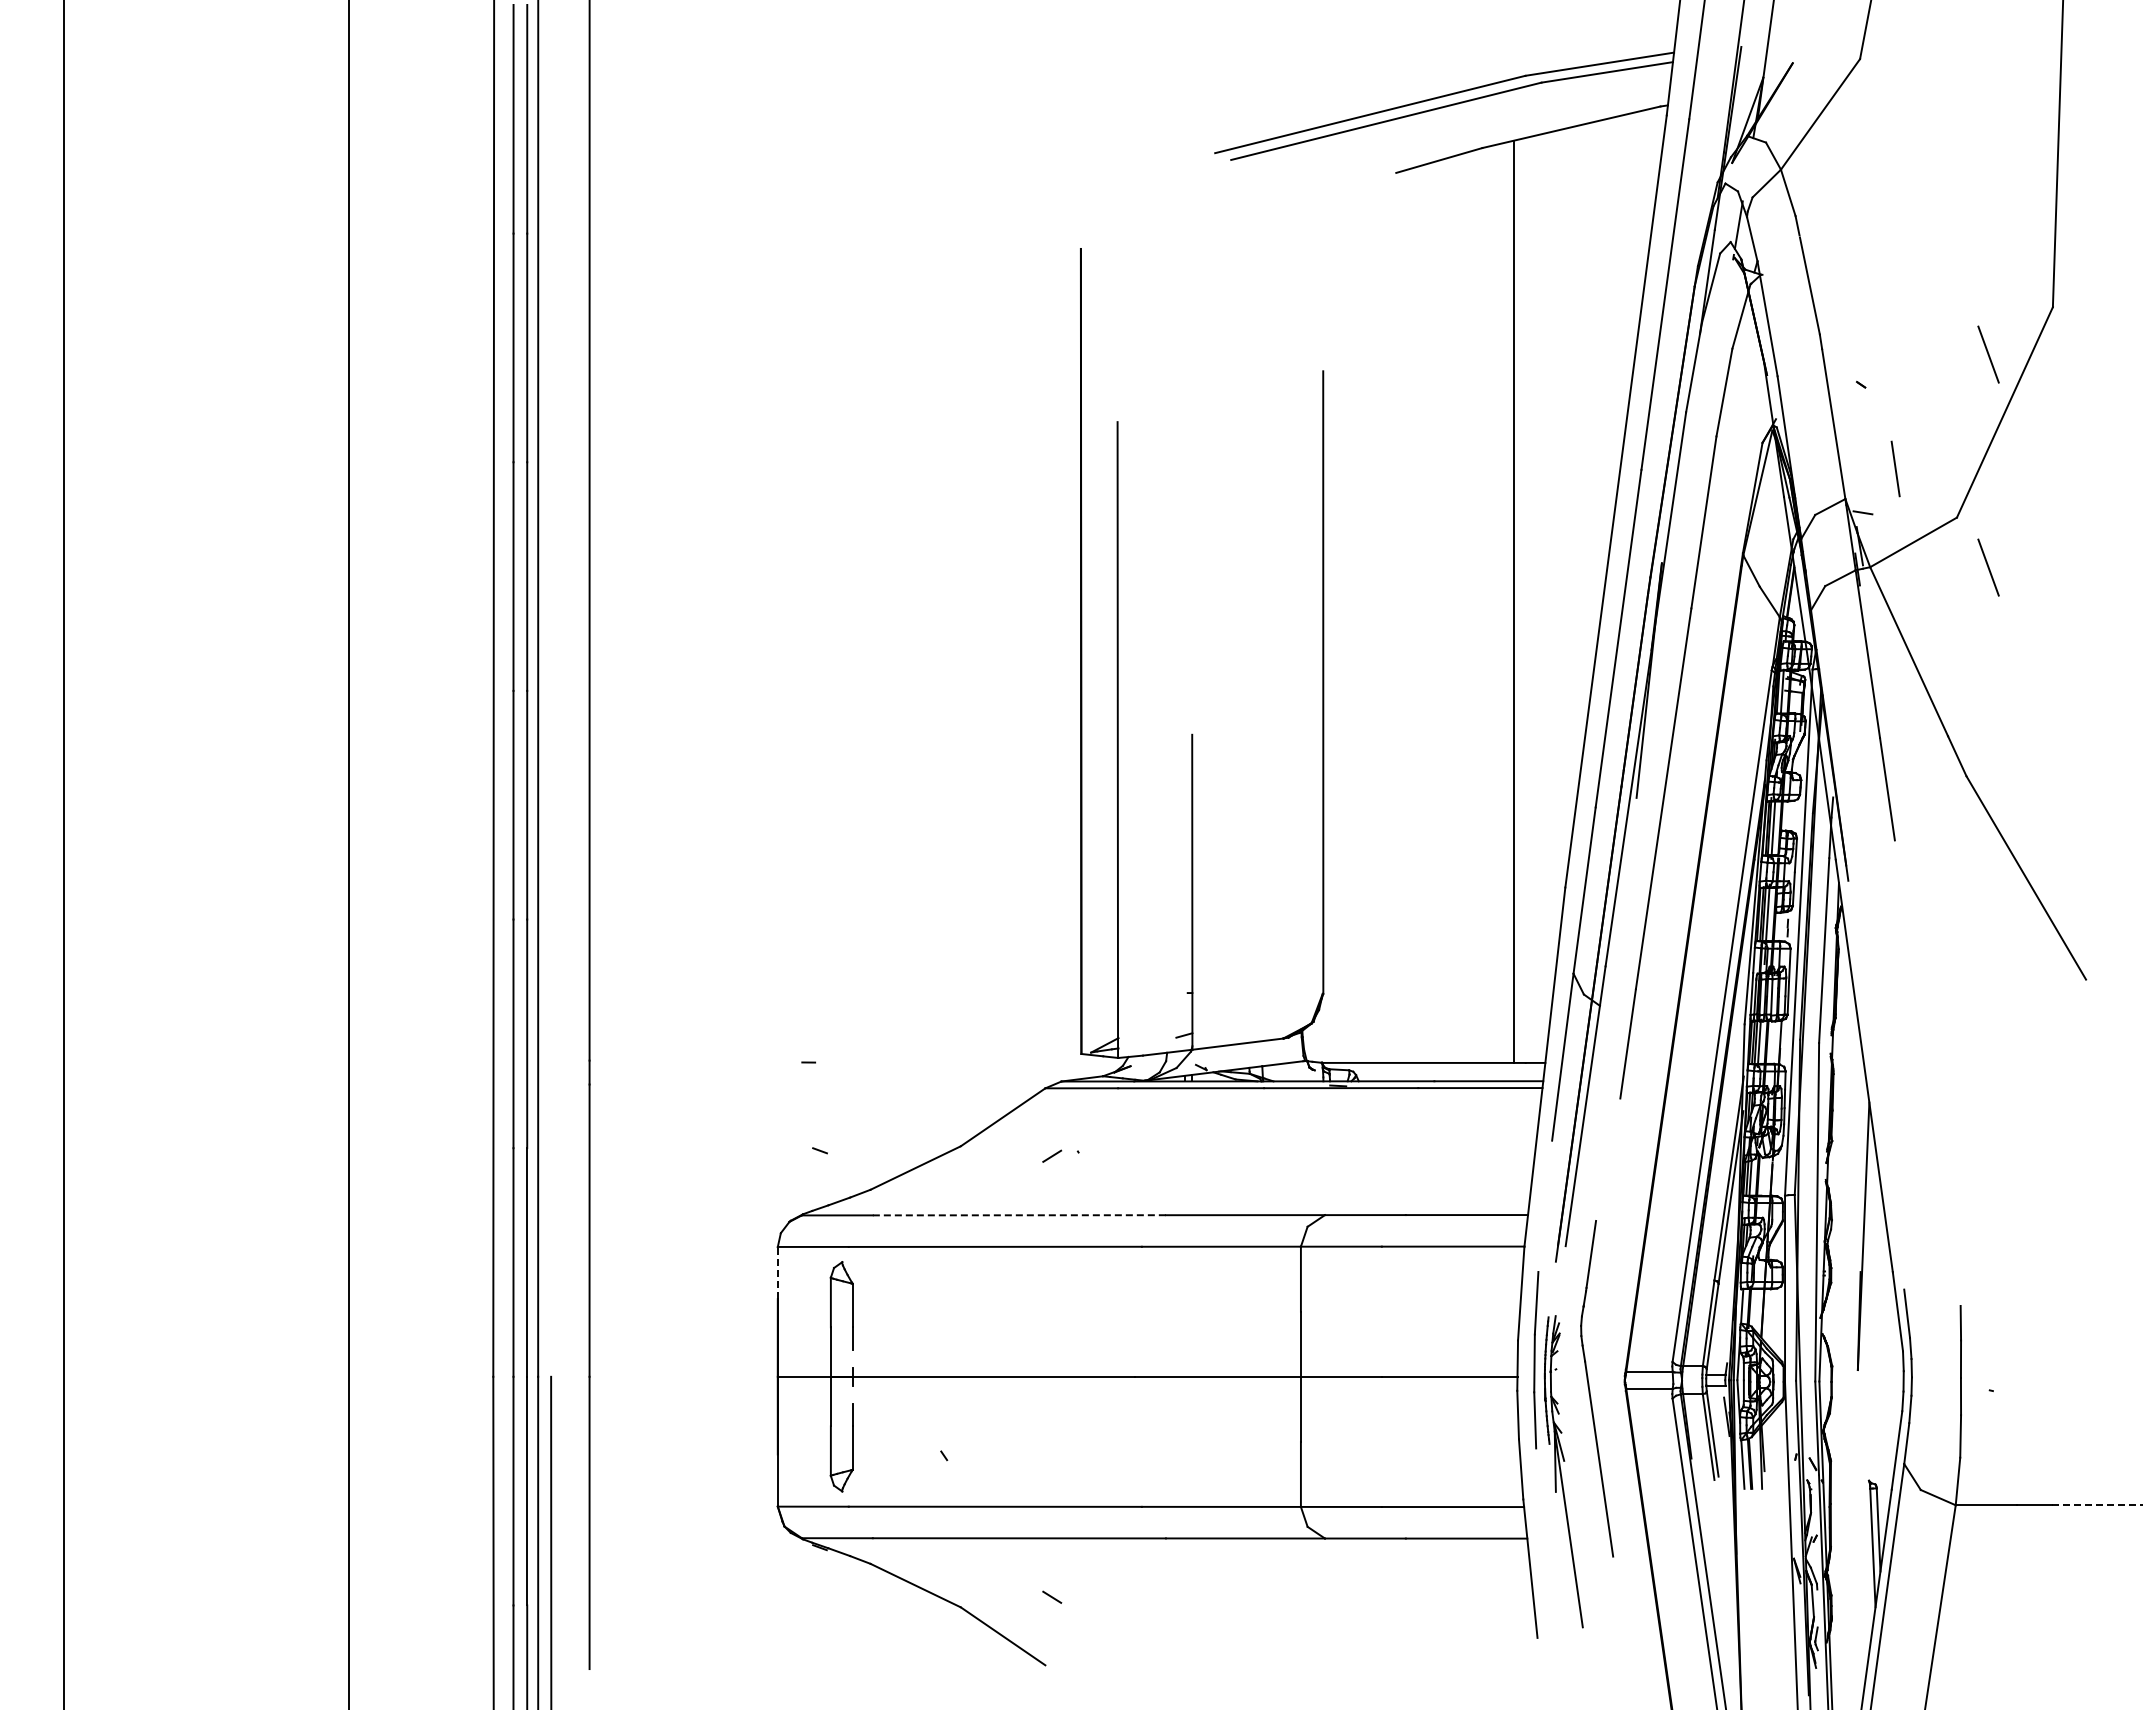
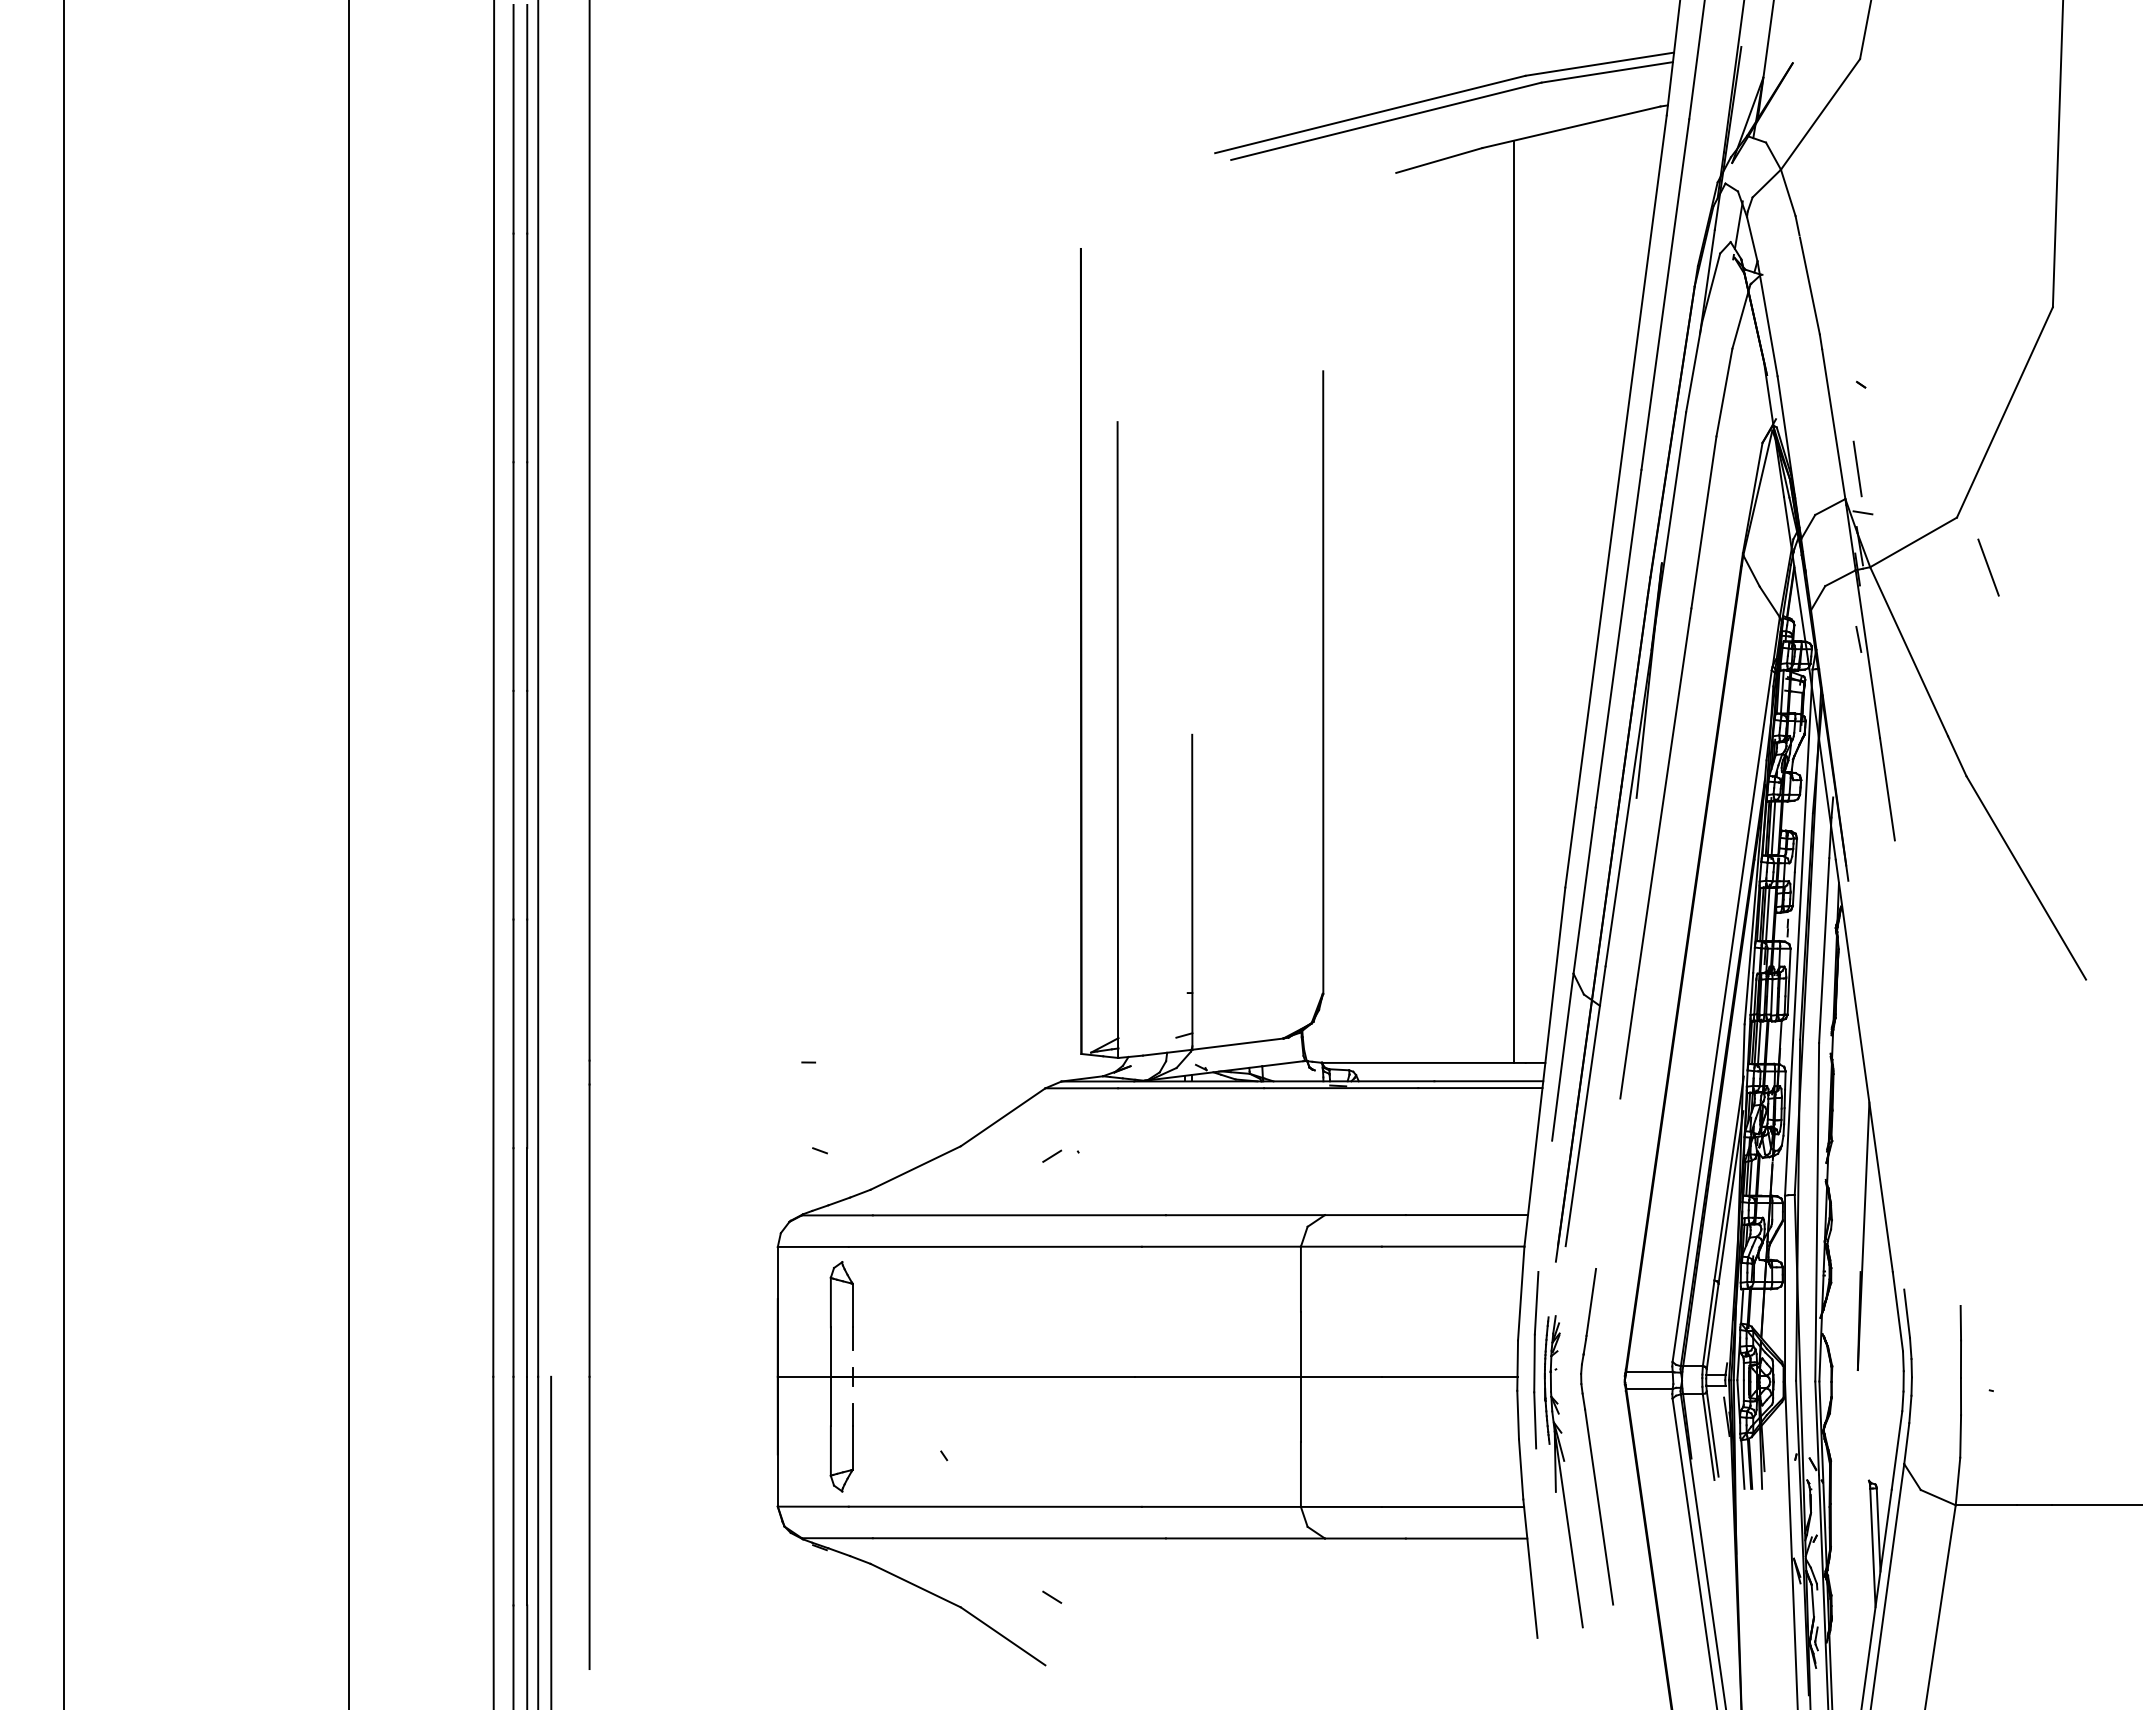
line at (1988, 354): present -> none
line at (1895, 468) position: (1895, 468) -> (1857, 468)
line at (1858, 639): none -> present
line at (1019, 1215): dashed -> solid
line at (777, 1272): dashed -> solid
part at (1590, 1390) position: (1590, 1390) -> (1590, 1438)
line at (2097, 1505): dashed -> solid
